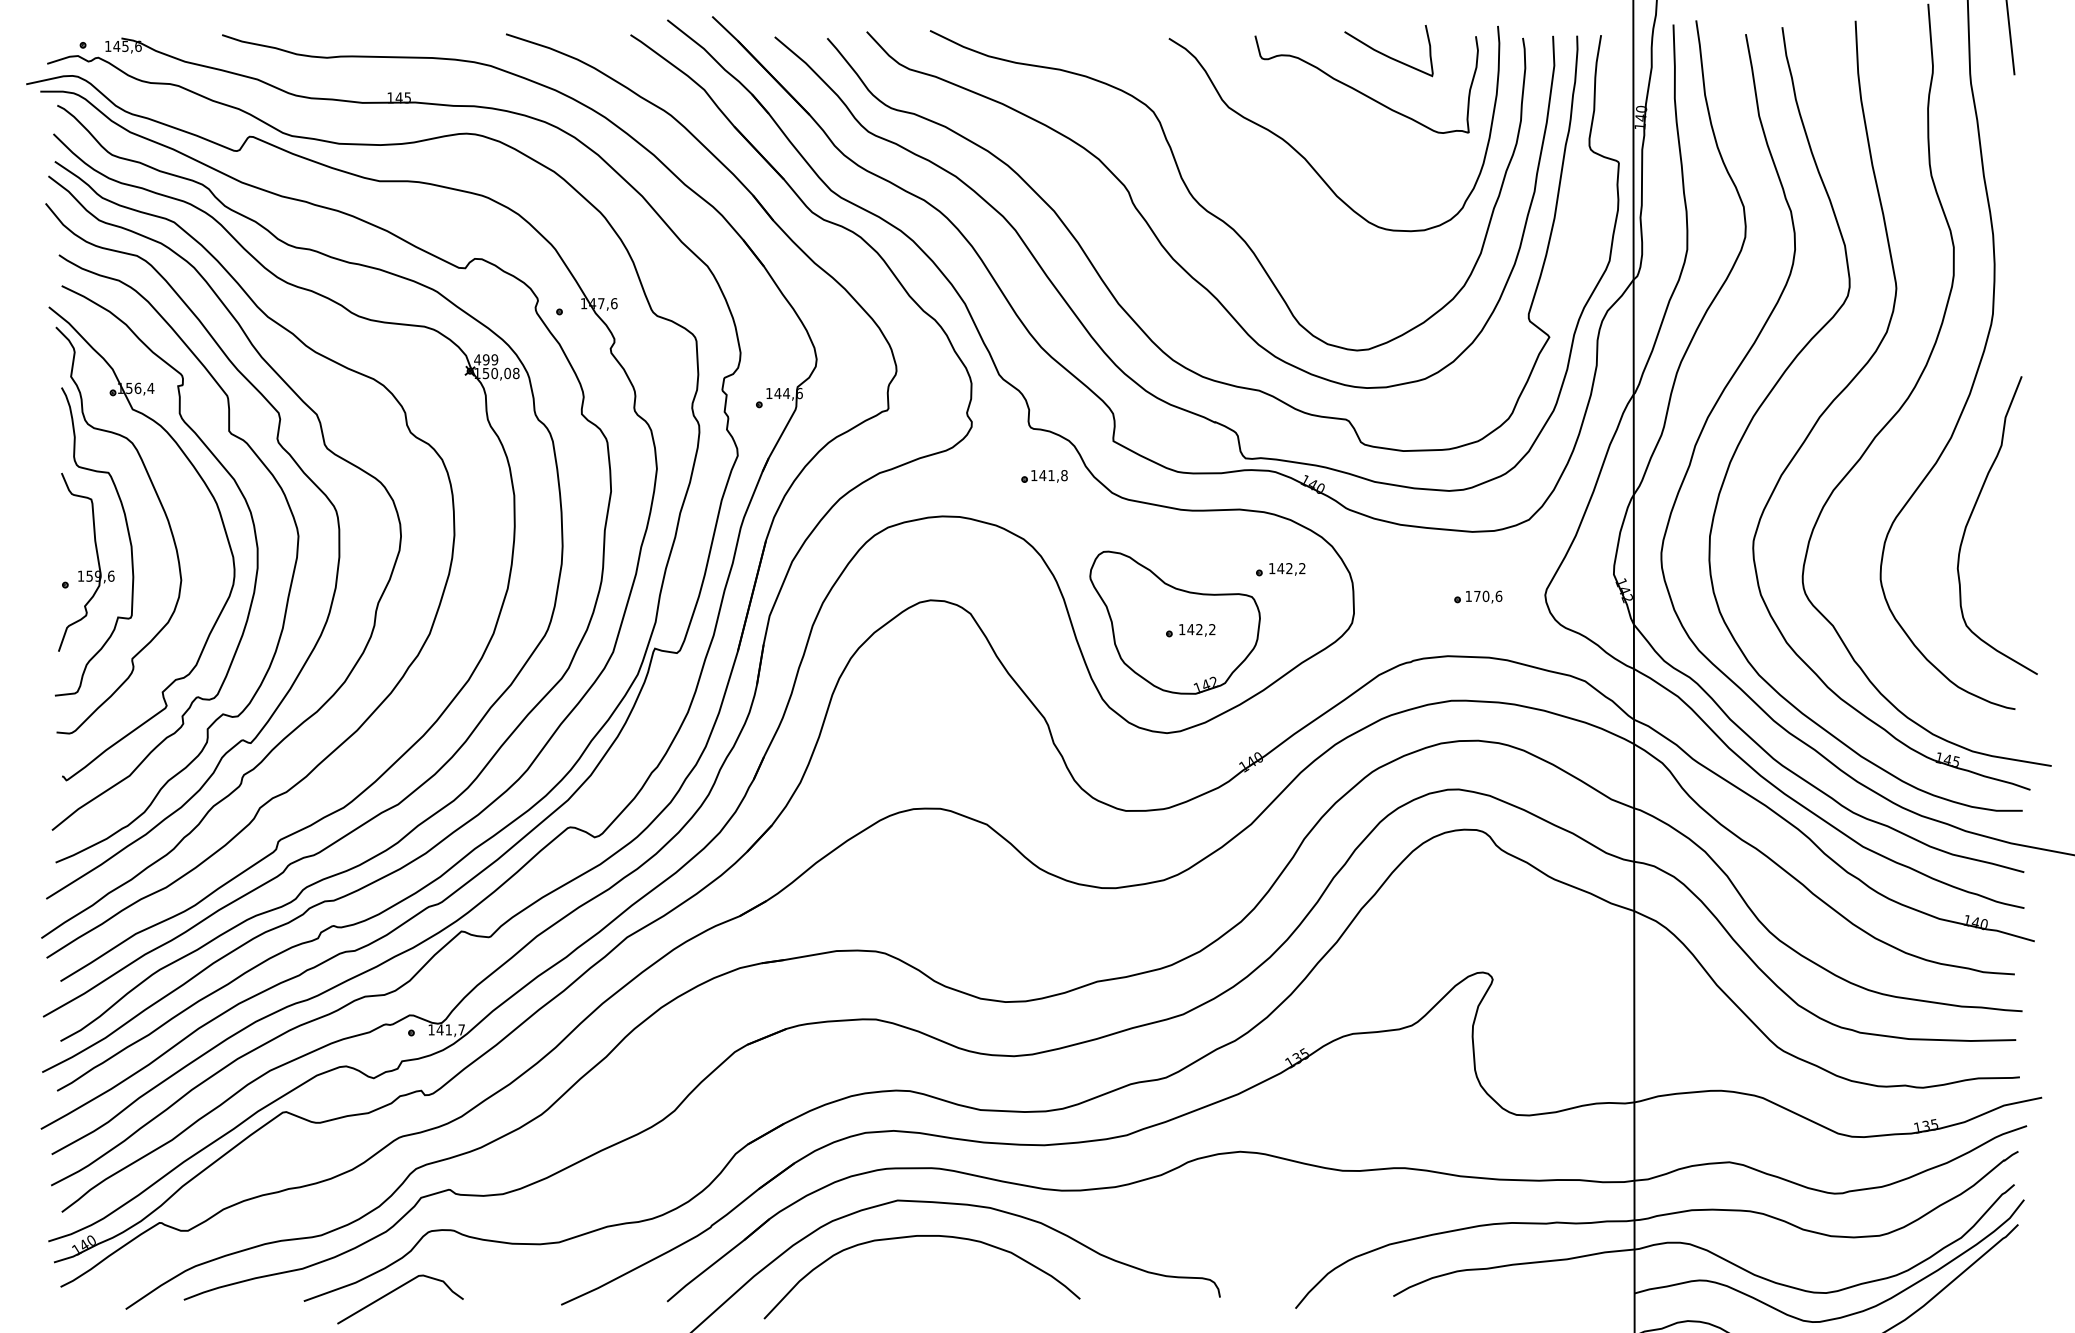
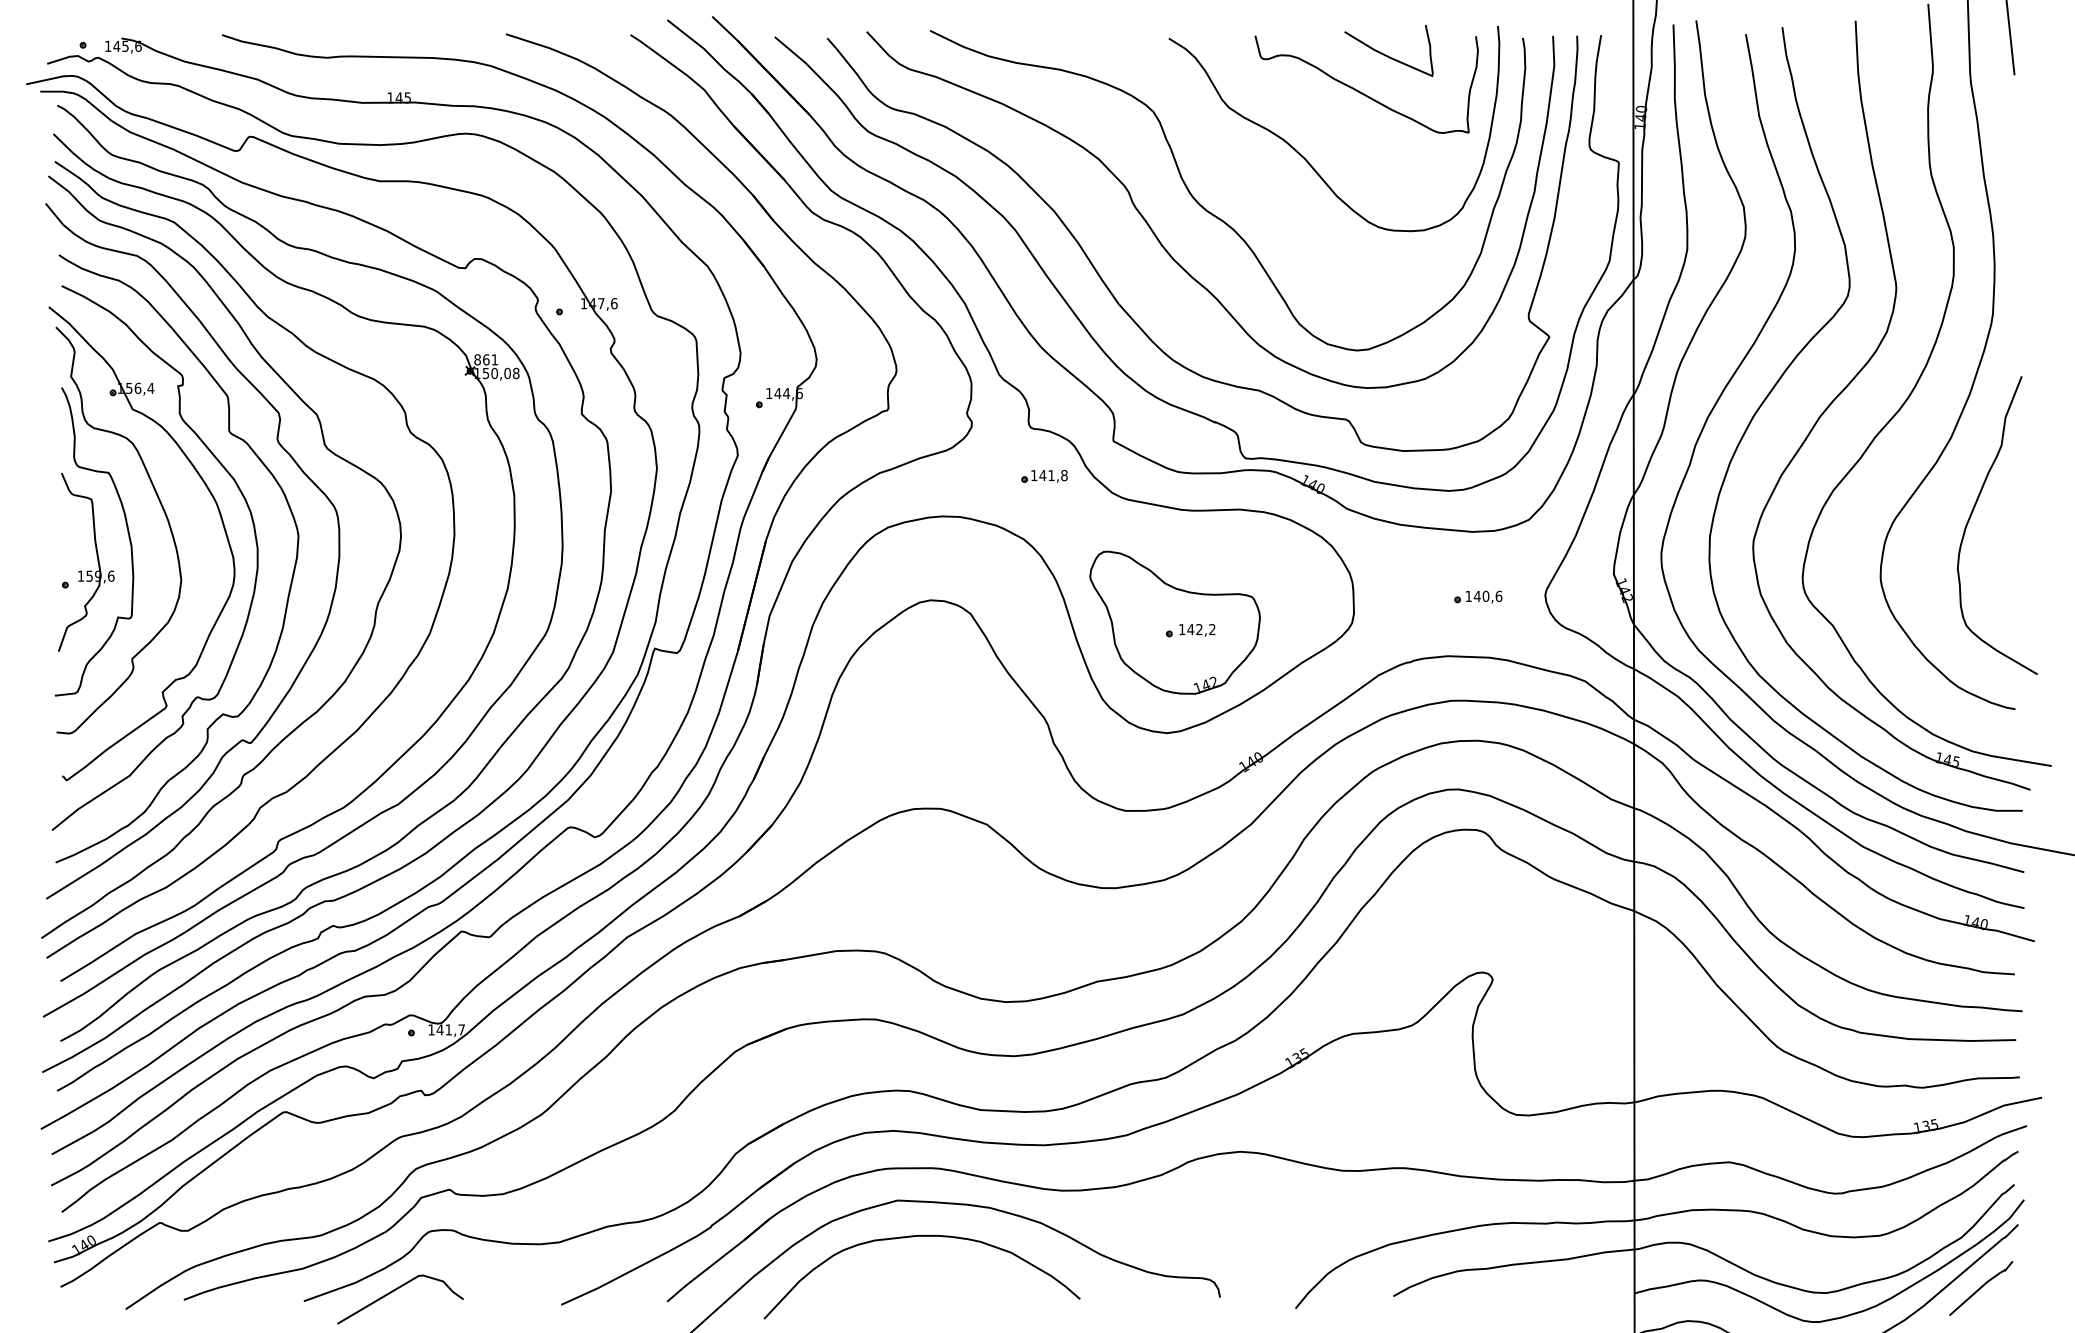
text at (486, 359): 499 -> 861
part at (1280, 569): present -> none
text at (1476, 596): 170,6 -> 140,6
curve at (1981, 1288): none -> present
